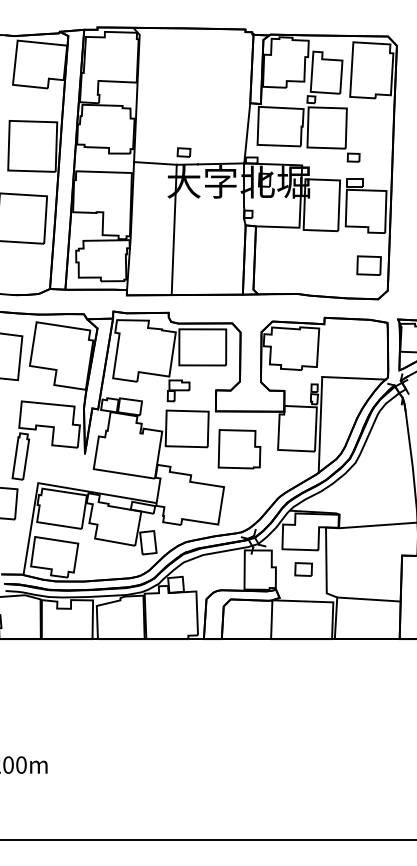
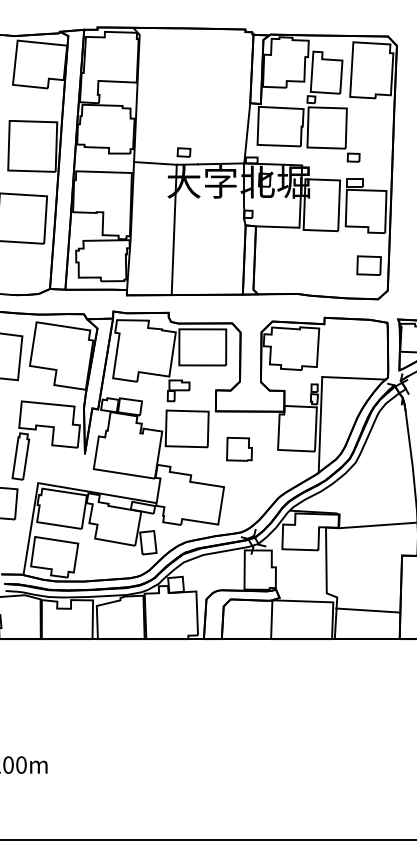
part at (239, 449) size: 45x41 px -> 27x26 px
part at (303, 569): present -> none
line at (368, 599) position: (368, 599) -> (367, 610)
